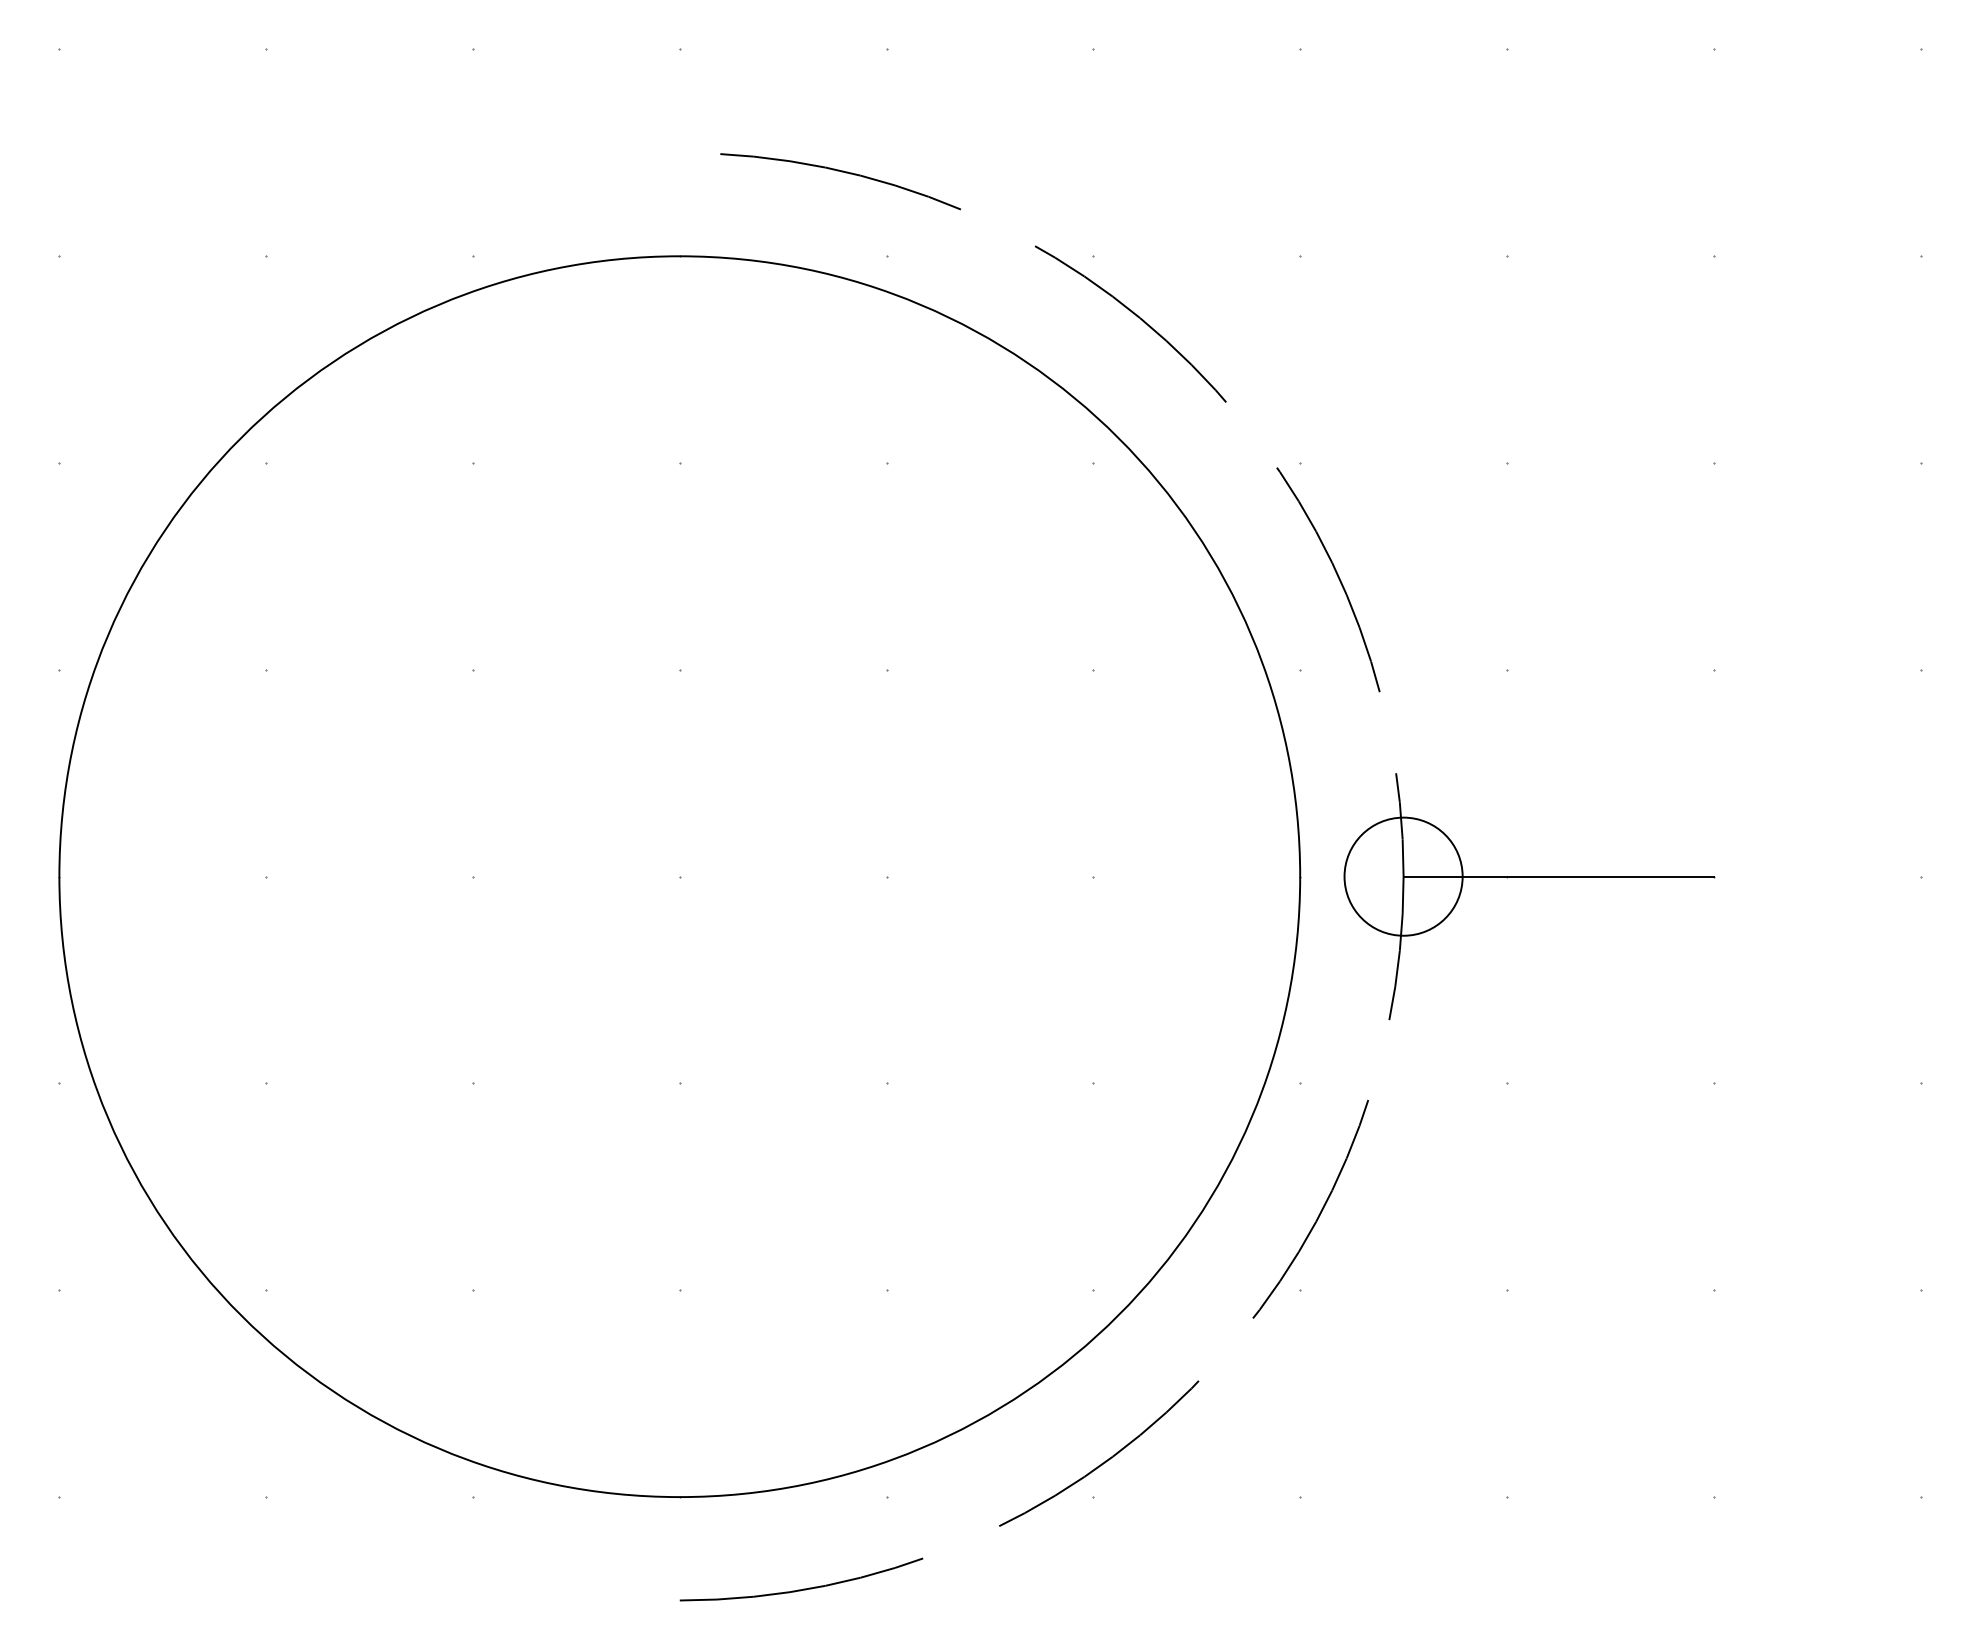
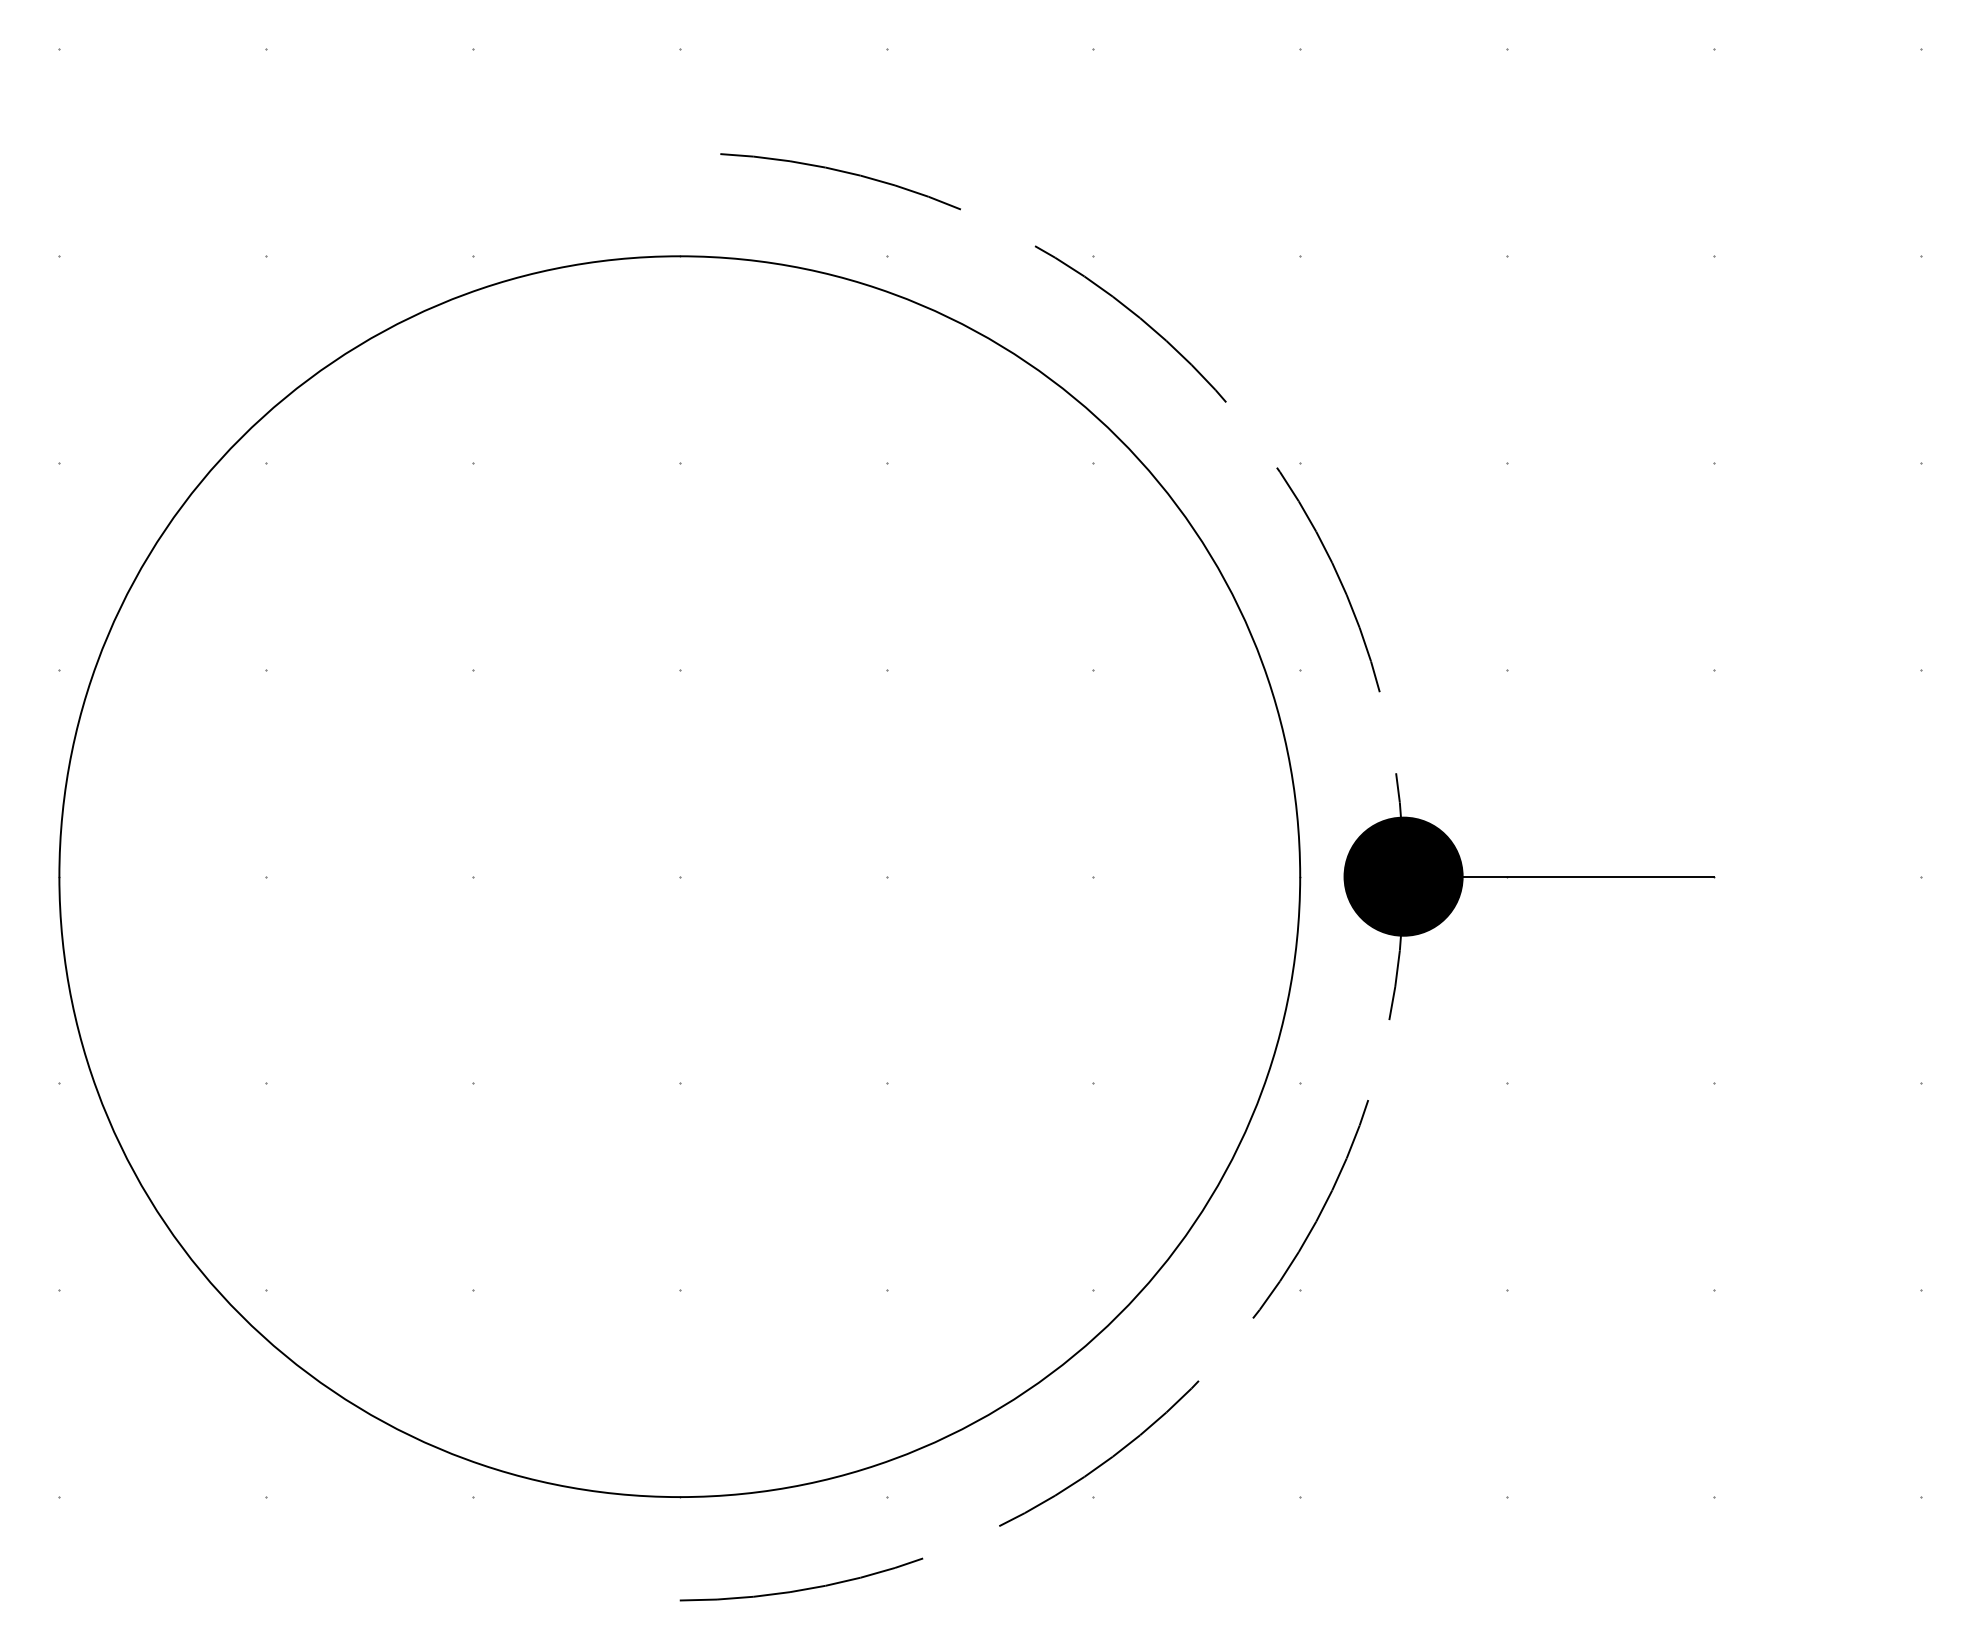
fill at (1403, 876): none -> present
